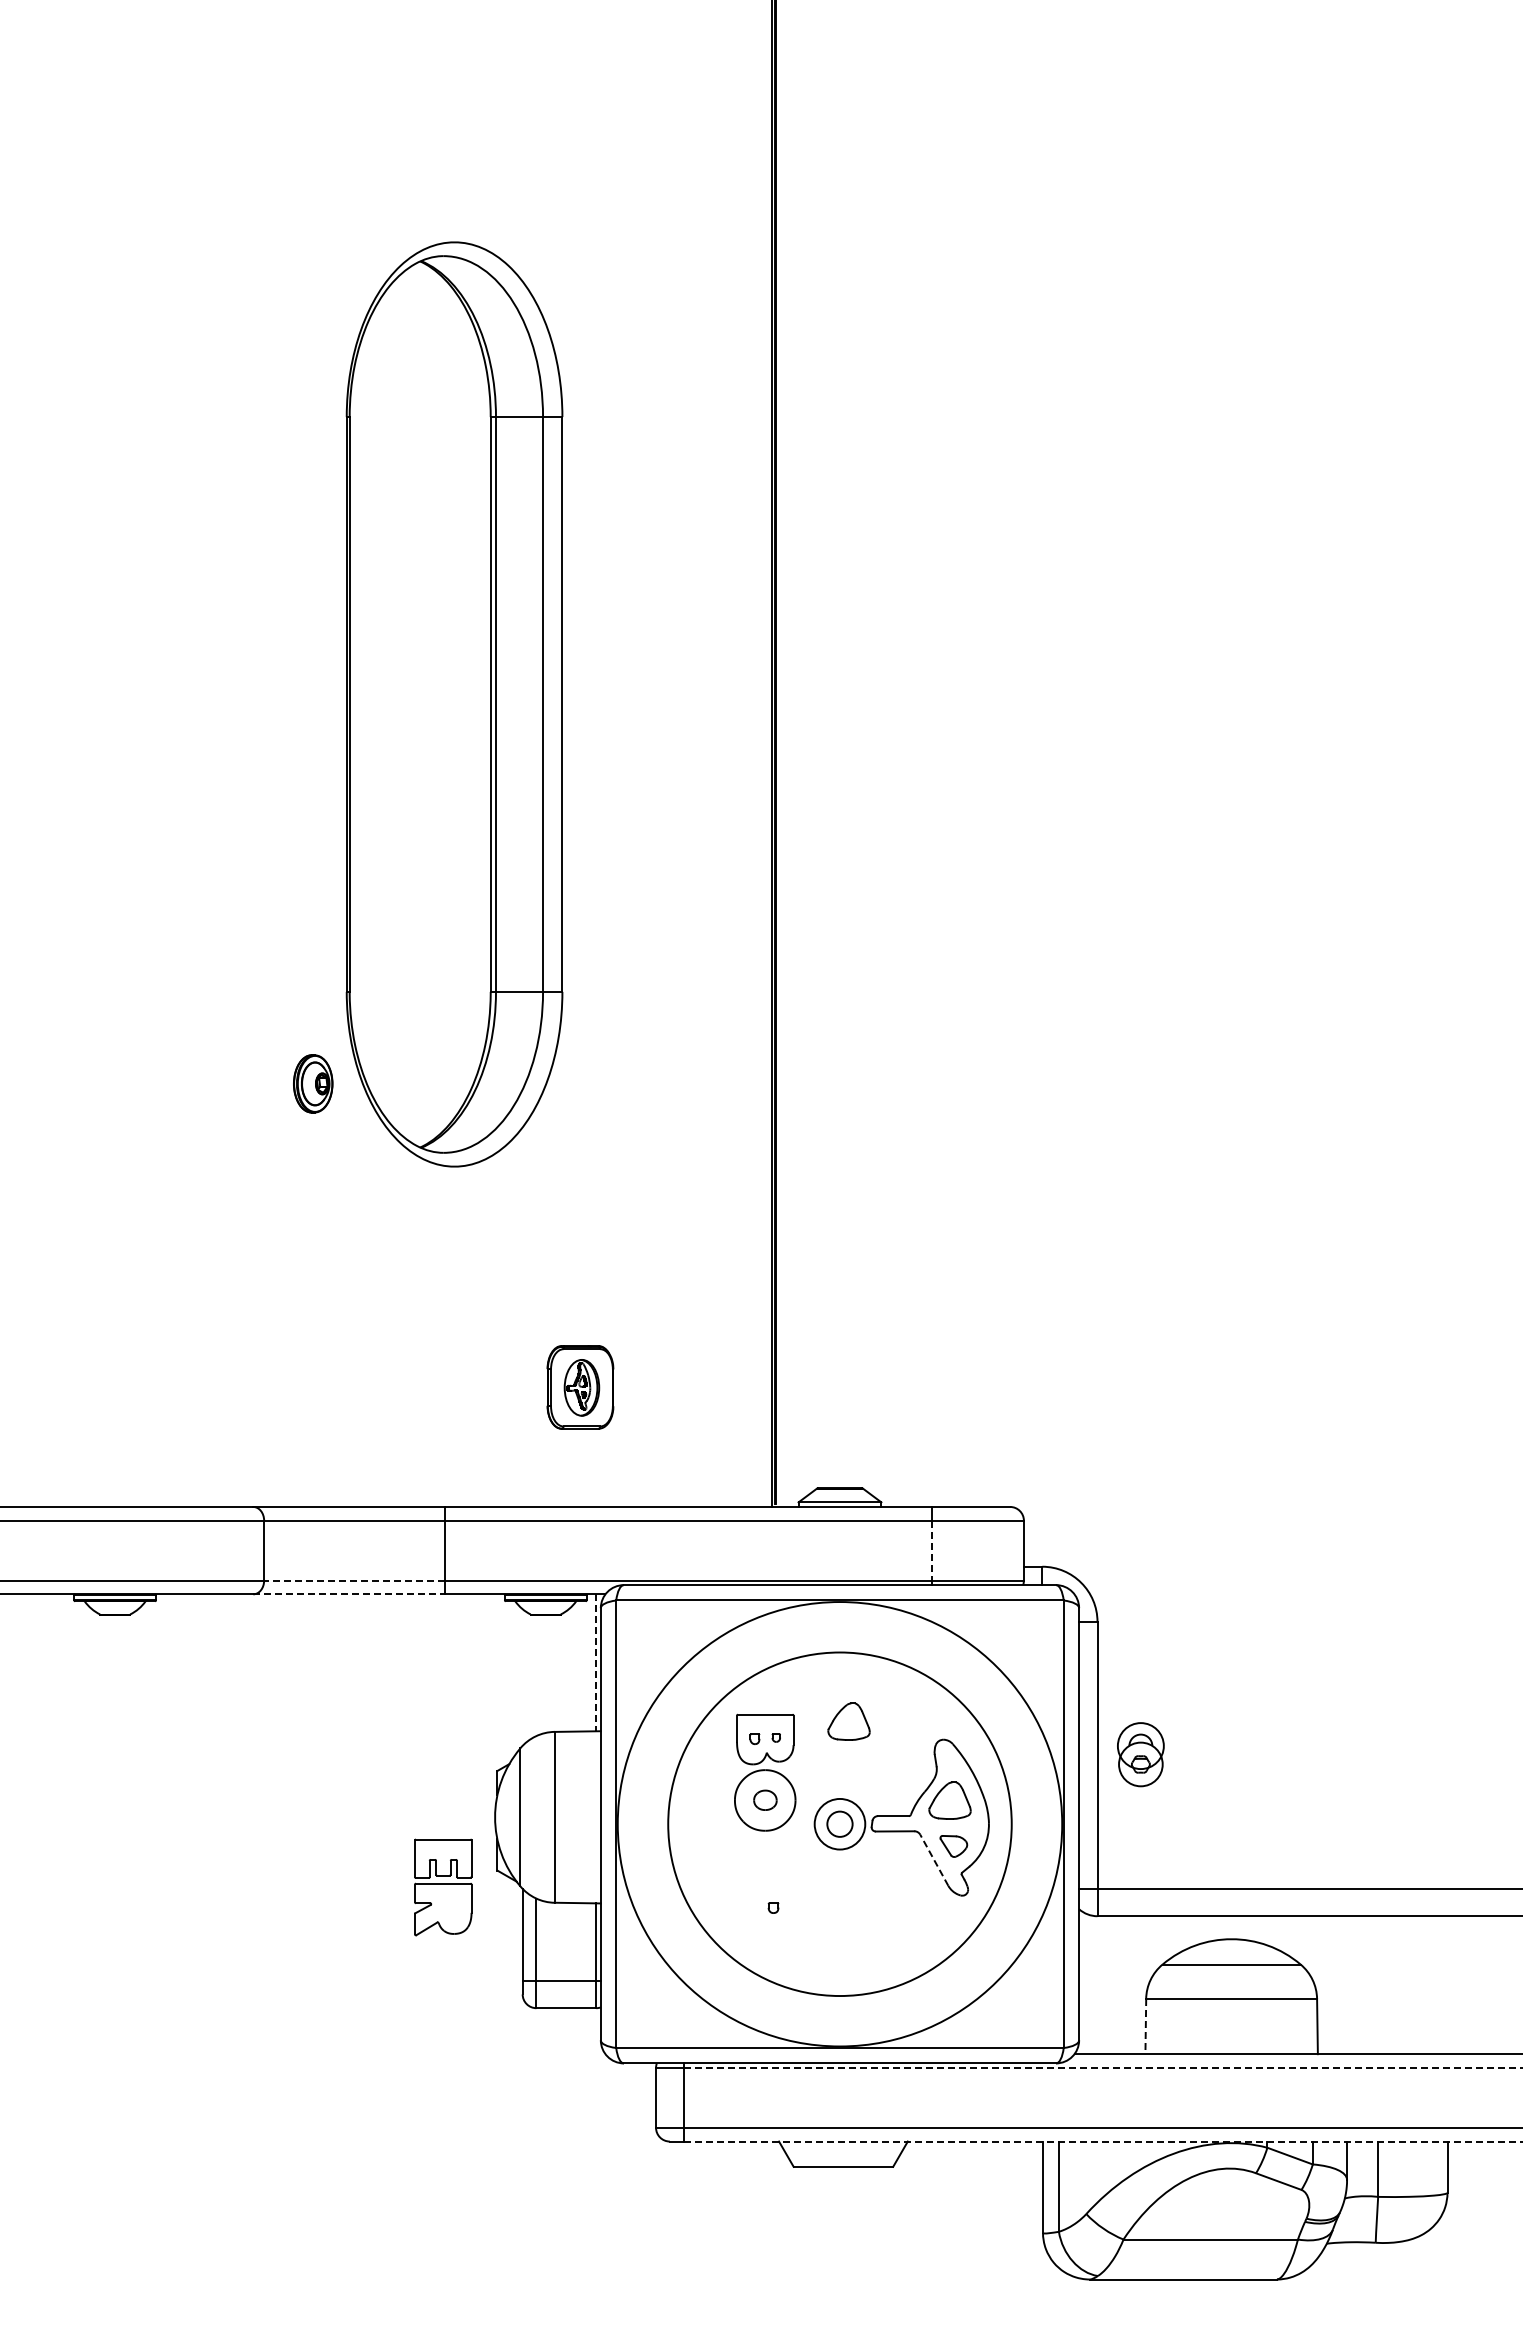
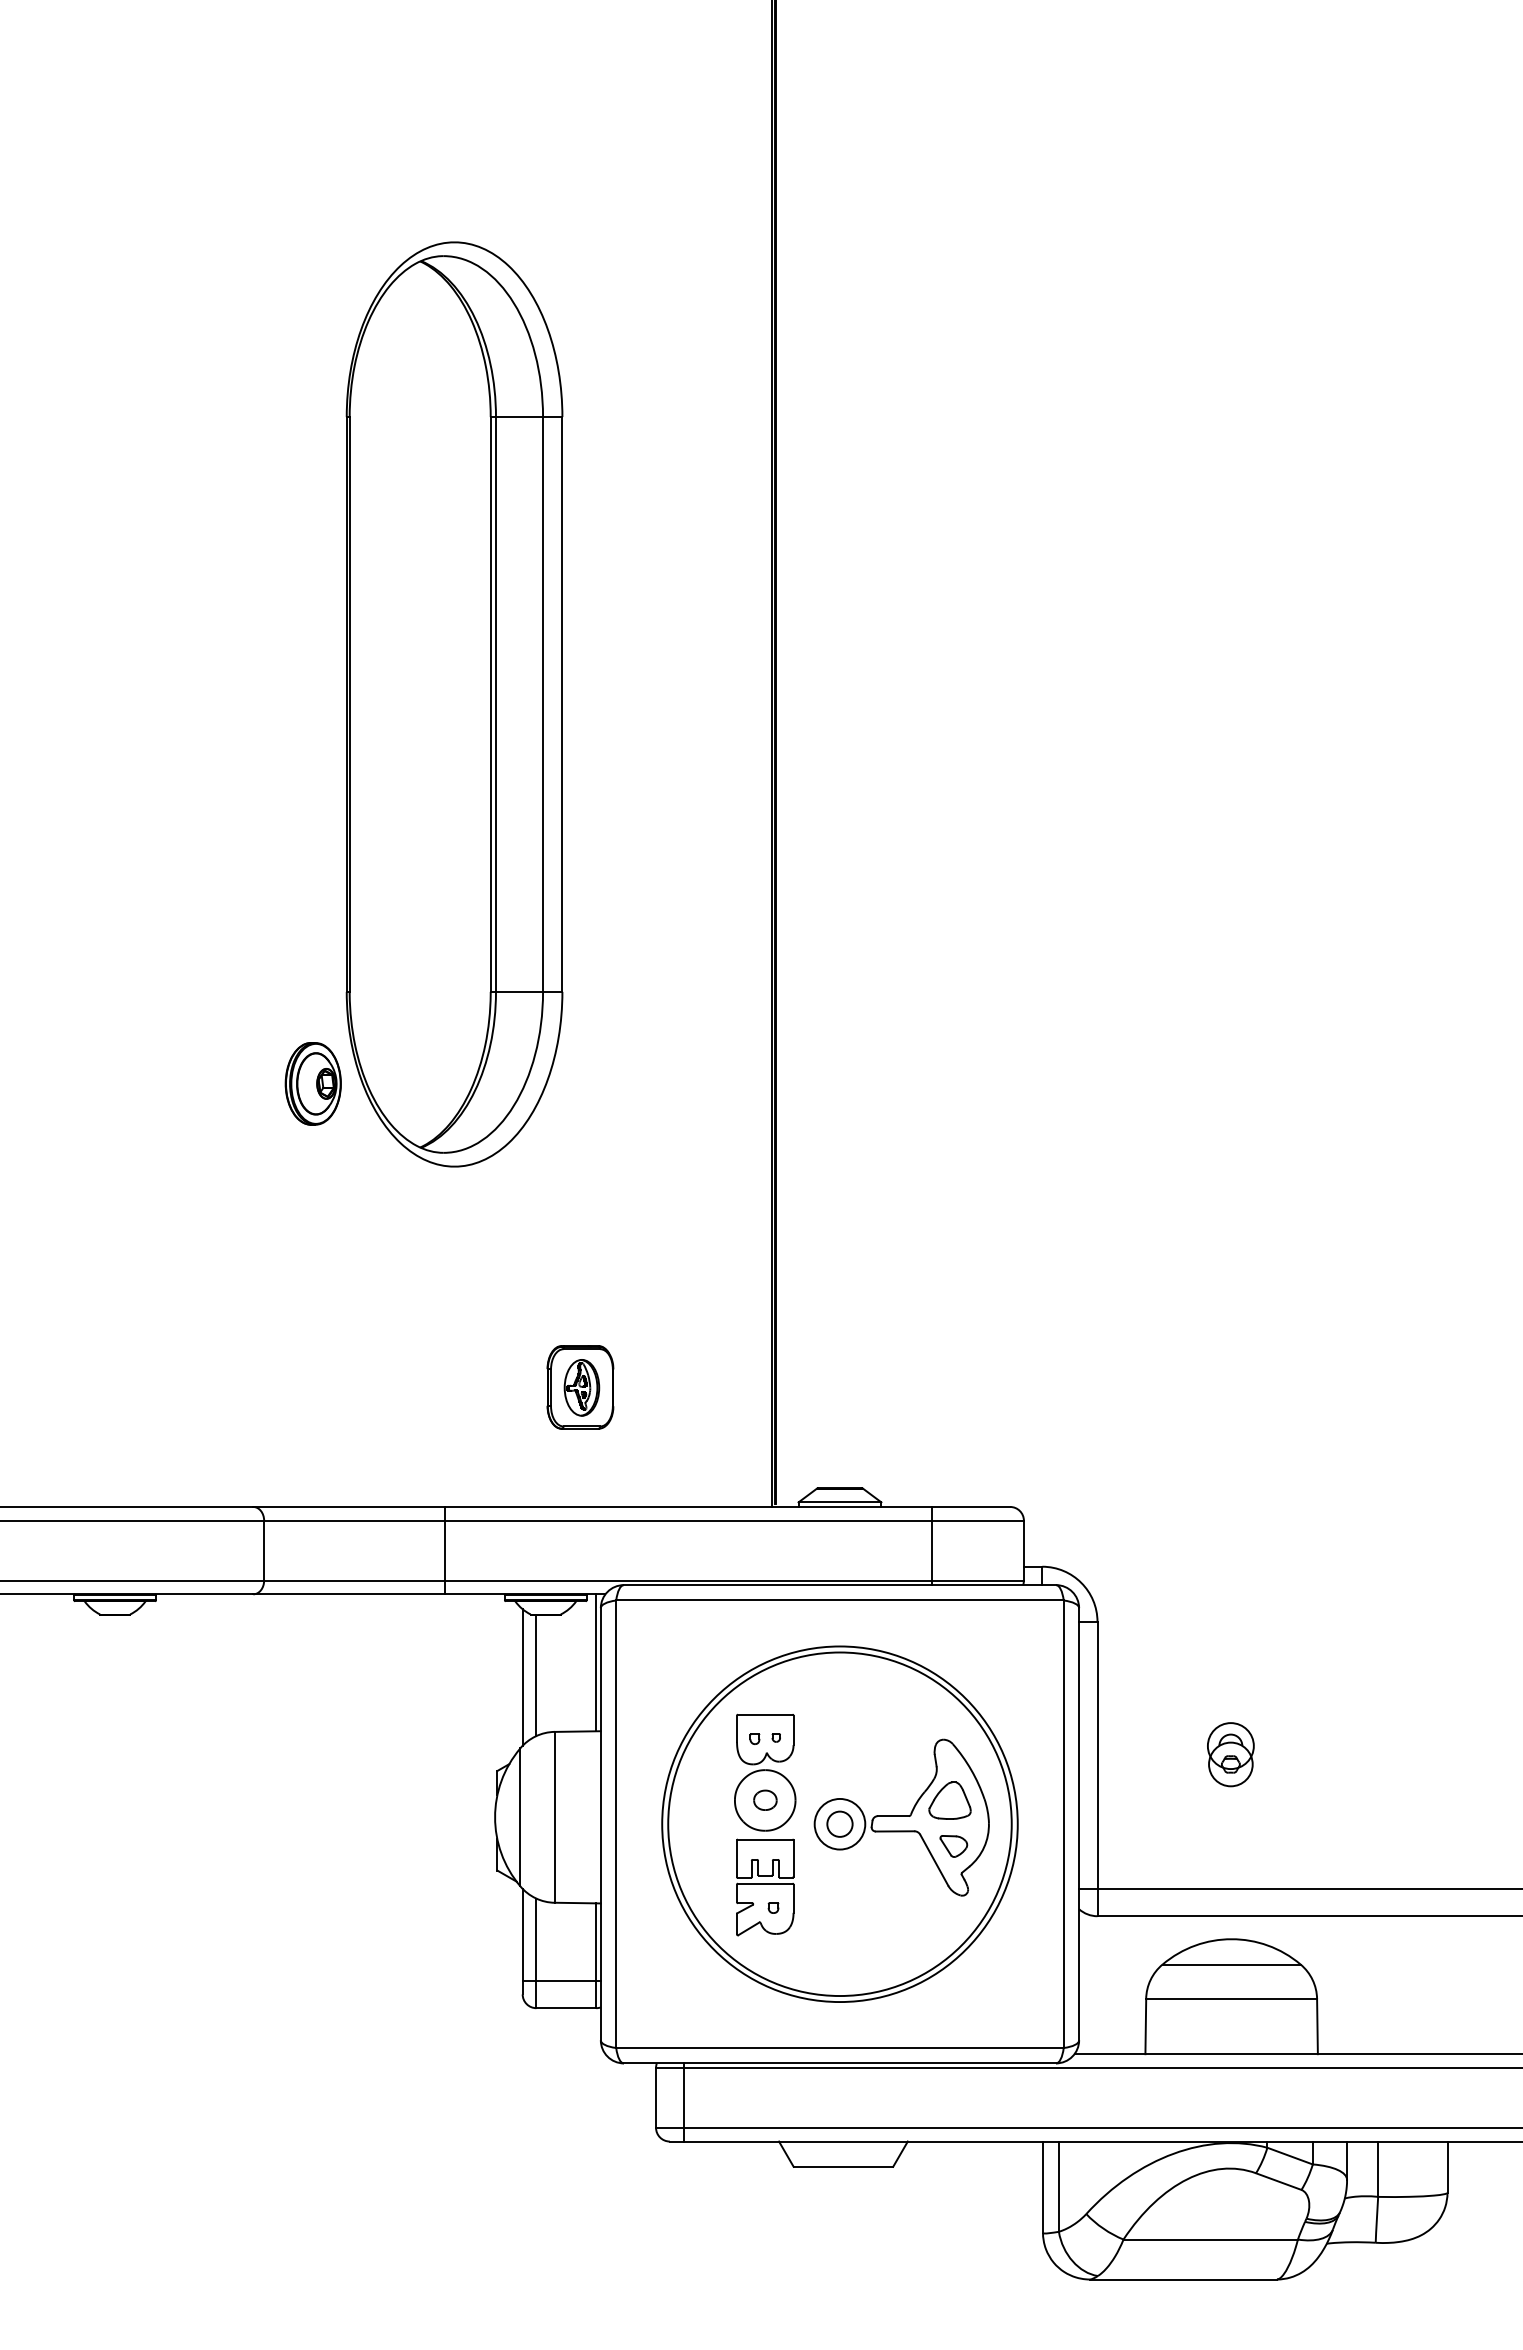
part at (313, 1083) size: 41x60 px -> 58x84 px
line at (931, 1550): dashed -> solid
line at (354, 1580): dashed -> solid
line at (349, 1594): dashed -> solid
line at (596, 1663): dashed -> solid
line at (536, 1675): none -> present
line at (522, 1677): none -> present
part at (848, 1721): present -> none
part at (1140, 1754) position: (1140, 1754) -> (1230, 1754)
circle at (839, 1824) diameter: 444 px -> 356 px
line at (934, 1859): dashed -> solid
part at (443, 1887) position: (443, 1887) -> (765, 1887)
line at (1145, 2026): dashed -> solid
line at (1103, 2067): dashed -> solid
line at (1103, 2141): dashed -> solid
